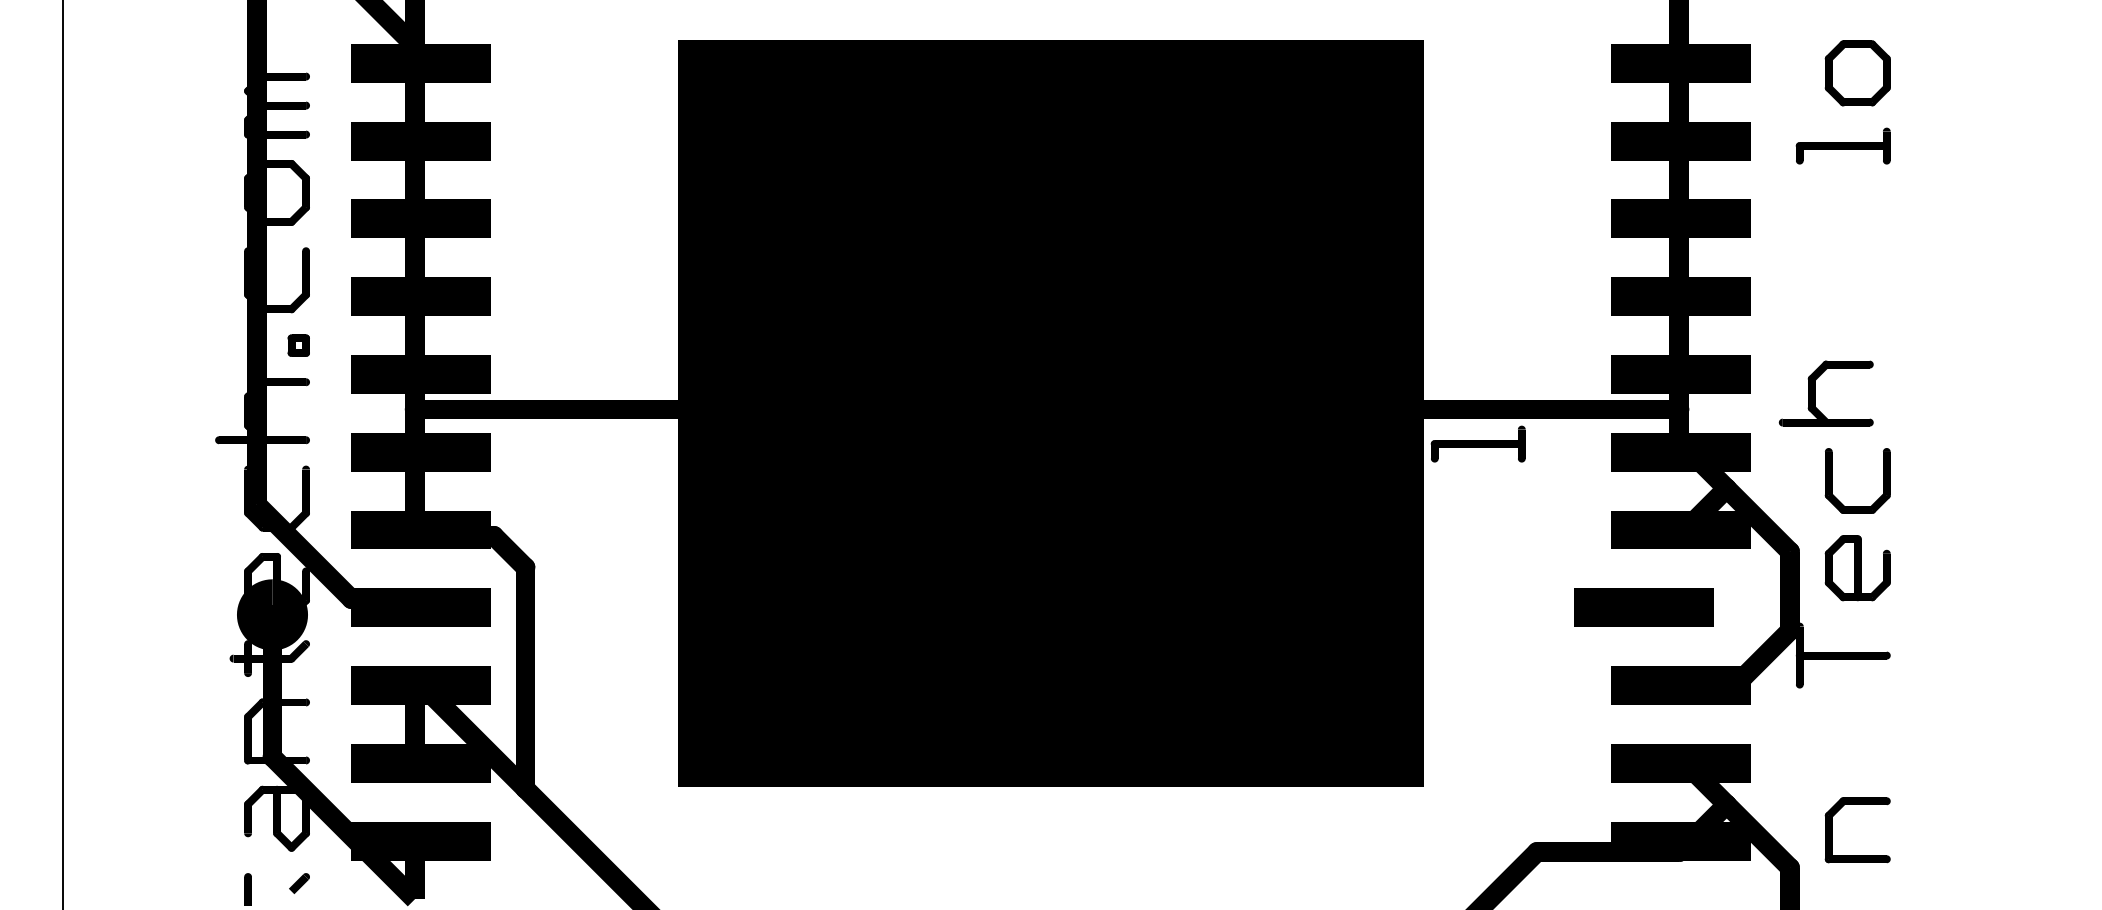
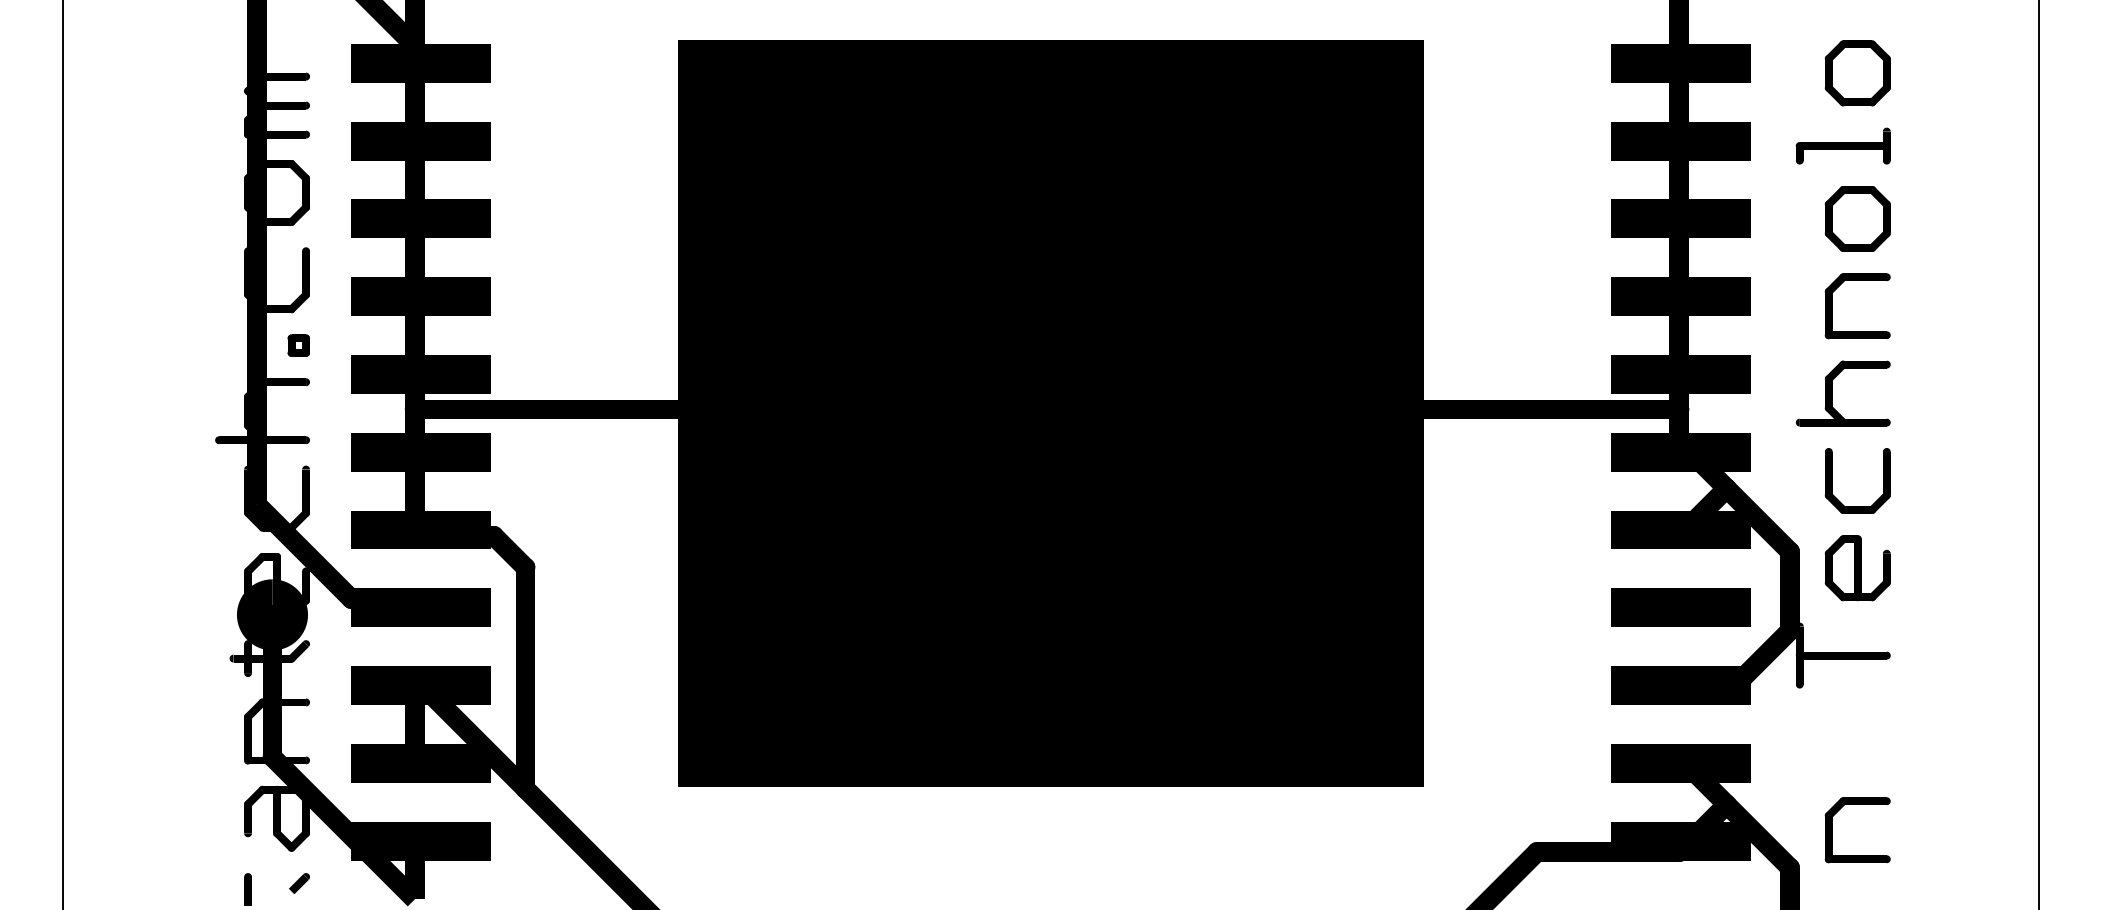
part at (1857, 218): none -> present
part at (1832, 306): none -> present
part at (1815, 393) position: (1815, 393) -> (1832, 393)
part at (1477, 443): present -> none
line at (2038, 454): none -> present
part at (1643, 607) position: (1643, 607) -> (1680, 607)
